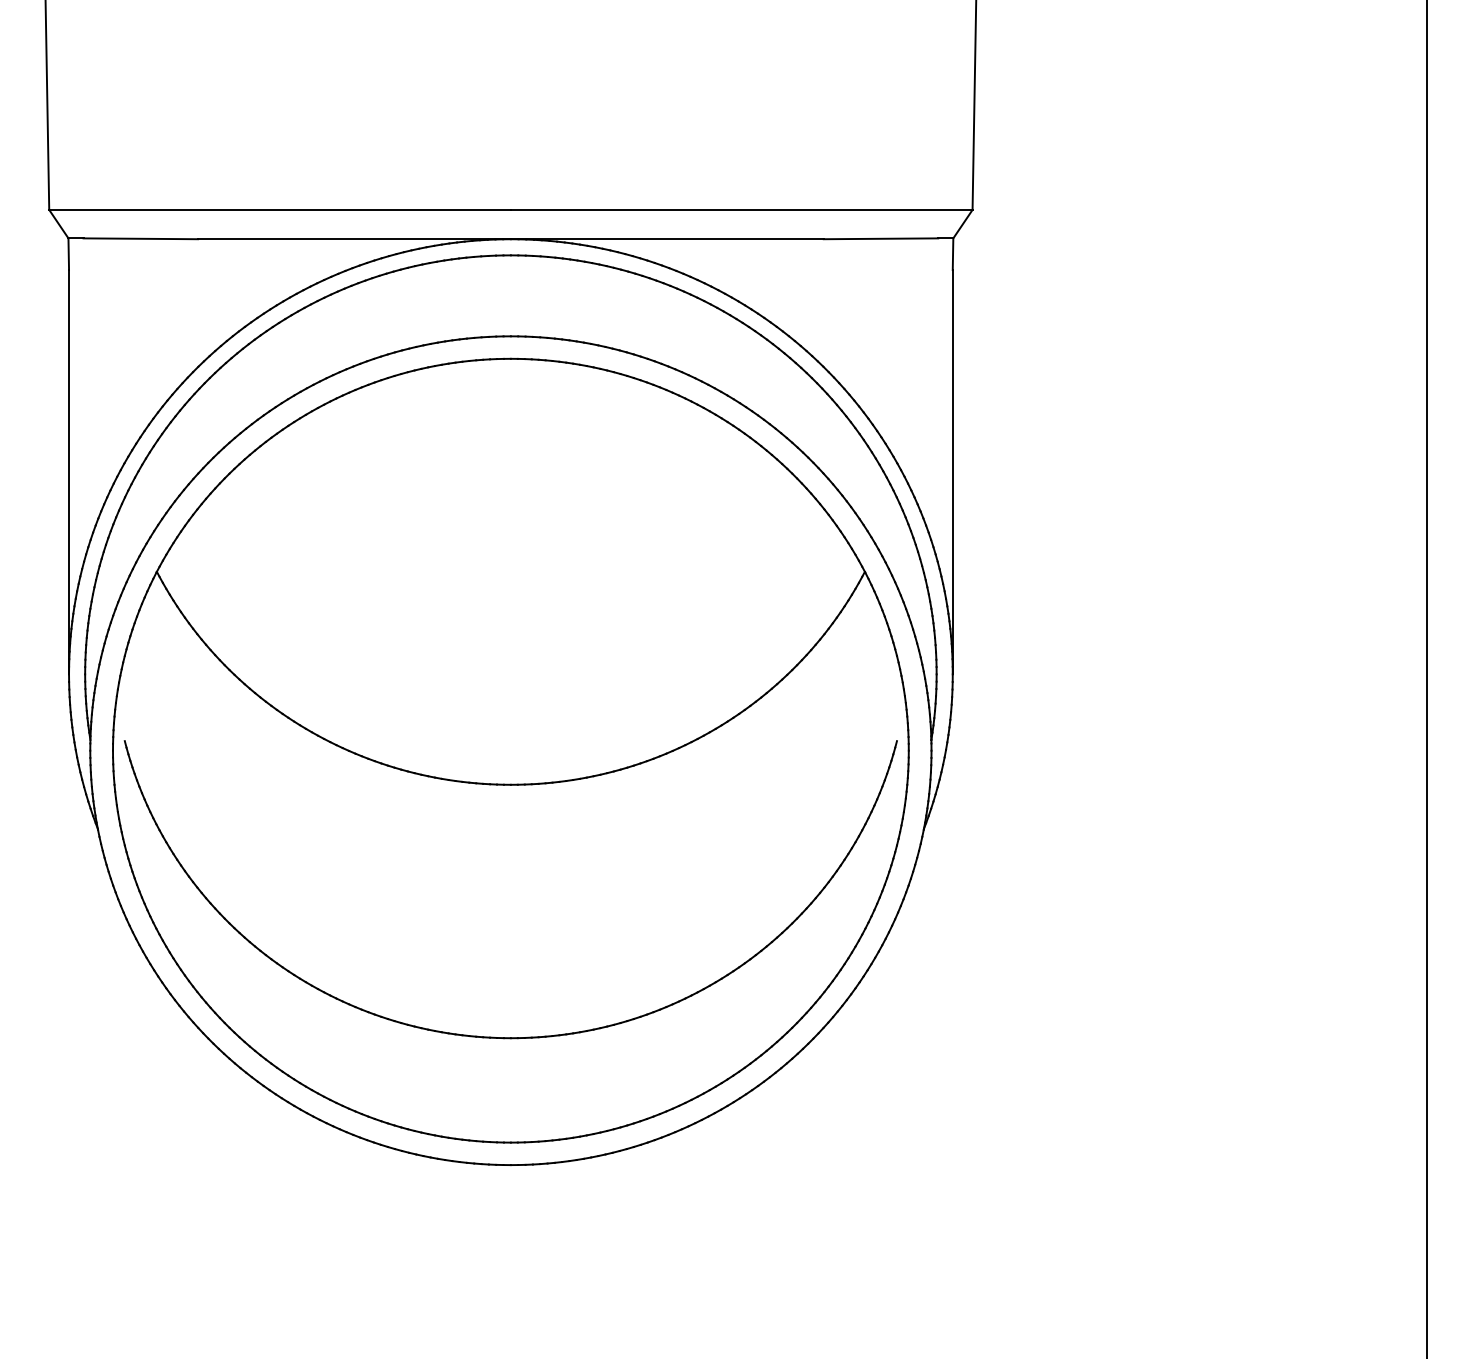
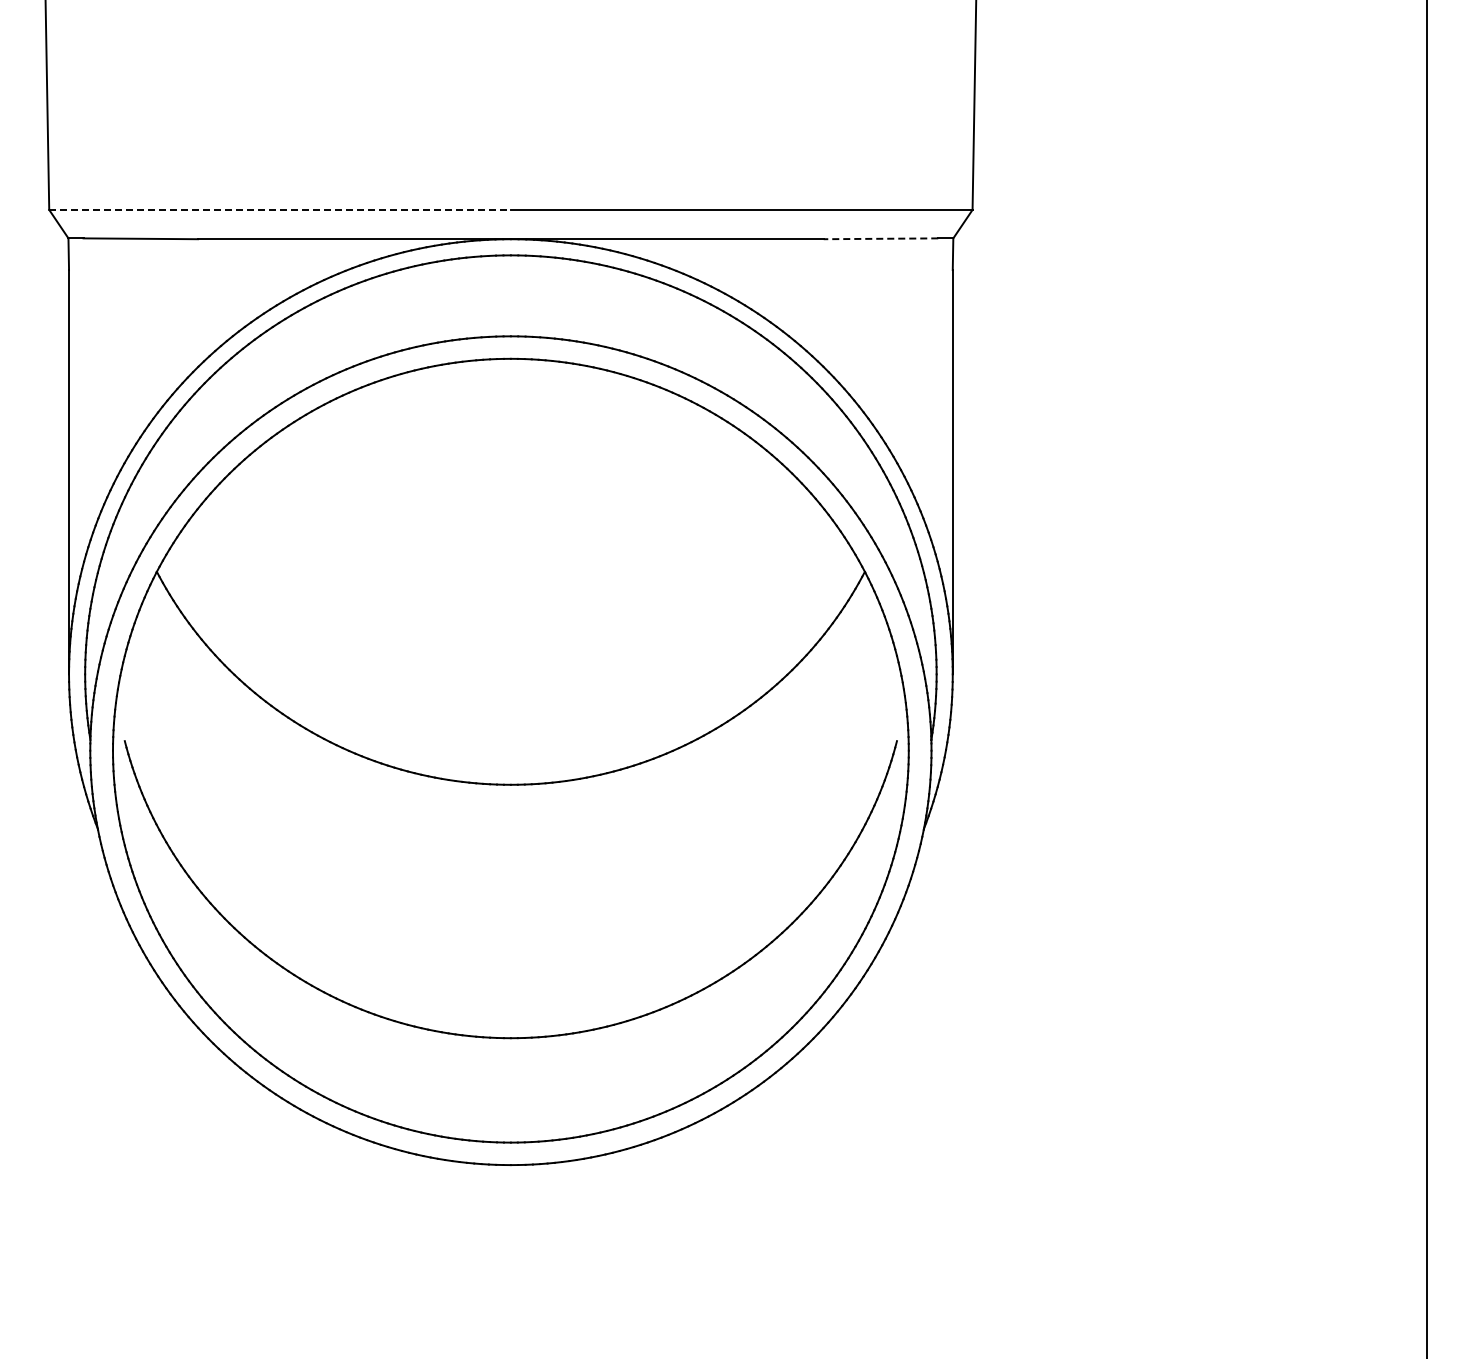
line at (280, 209): solid -> dashed
line at (880, 238): solid -> dashed
